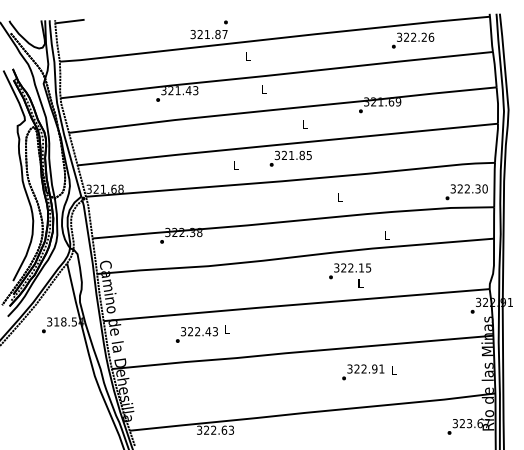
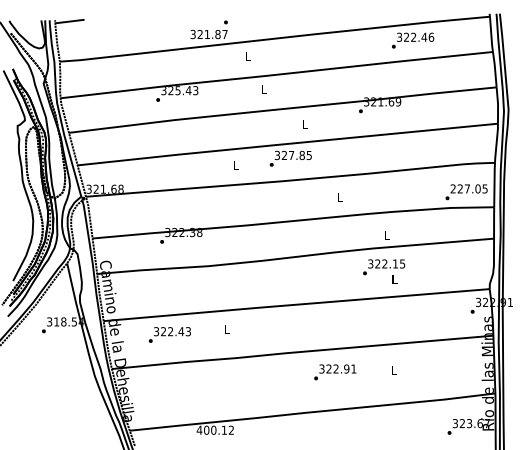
text at (424, 36): 322.26 -> 322.46
text at (177, 90): 321.43 -> 325.43
text at (291, 155): 321.85 -> 327.85
text at (468, 188): 322.30 -> 227.05
text at (350, 275) position: (350, 275) -> (384, 271)
text at (196, 334) position: (196, 334) -> (169, 334)
text at (363, 372) position: (363, 372) -> (335, 372)
text at (215, 429): 322.63 -> 400.12
